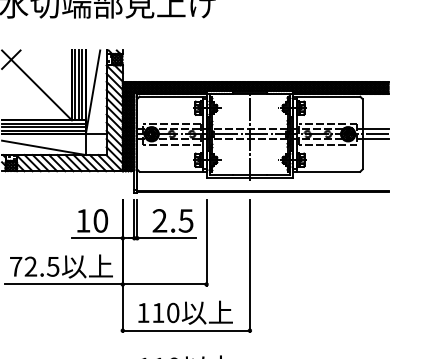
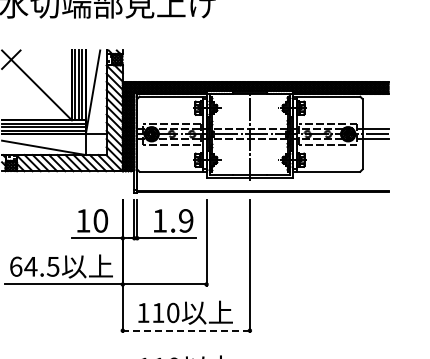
text at (172, 220): 2.5 -> 1.9
text at (23, 266): 72.5 -> 64.5
line at (186, 330): solid -> dashed
